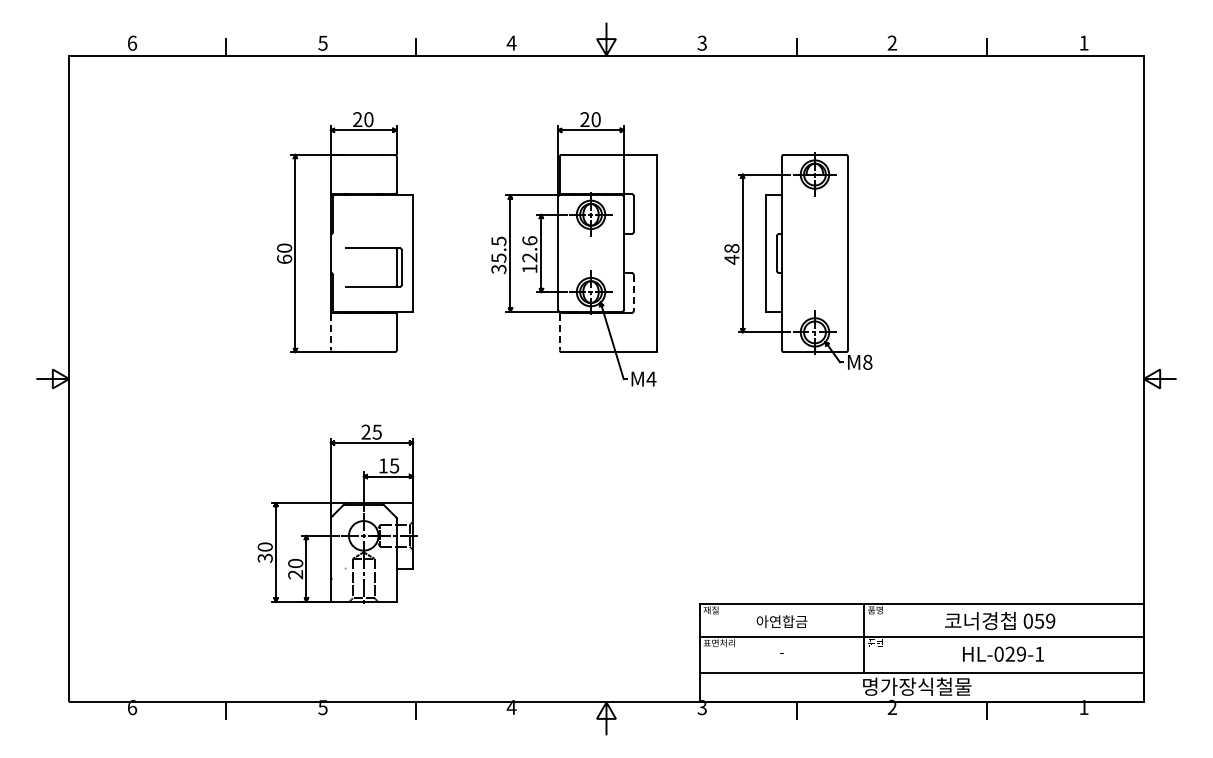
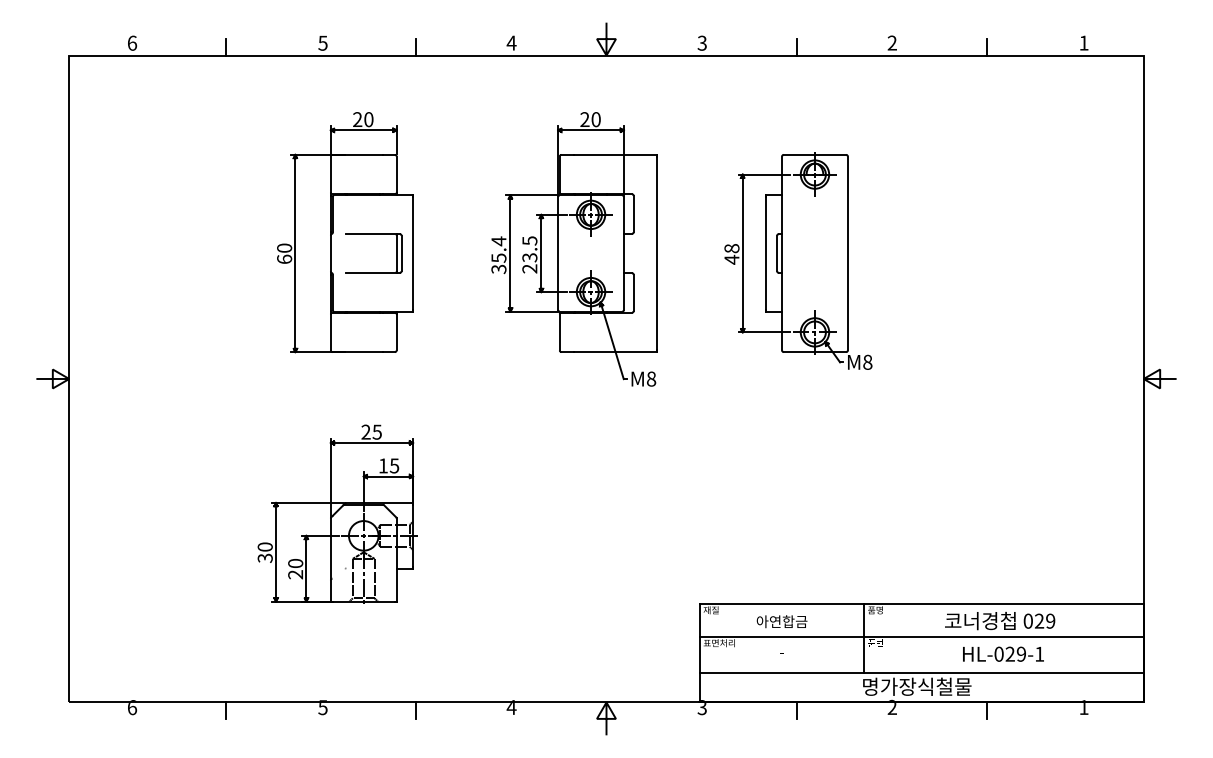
text at (498, 241): 35.5 -> 35.4
part at (373, 248) position: (373, 248) -> (373, 234)
text at (529, 254): 12.6 -> 23.5
line at (633, 293): dashed -> solid
line at (330, 332): dashed -> solid
line at (559, 332): dashed -> solid
text at (651, 378): M4 -> M8
text at (1039, 620): 059 -> 029
